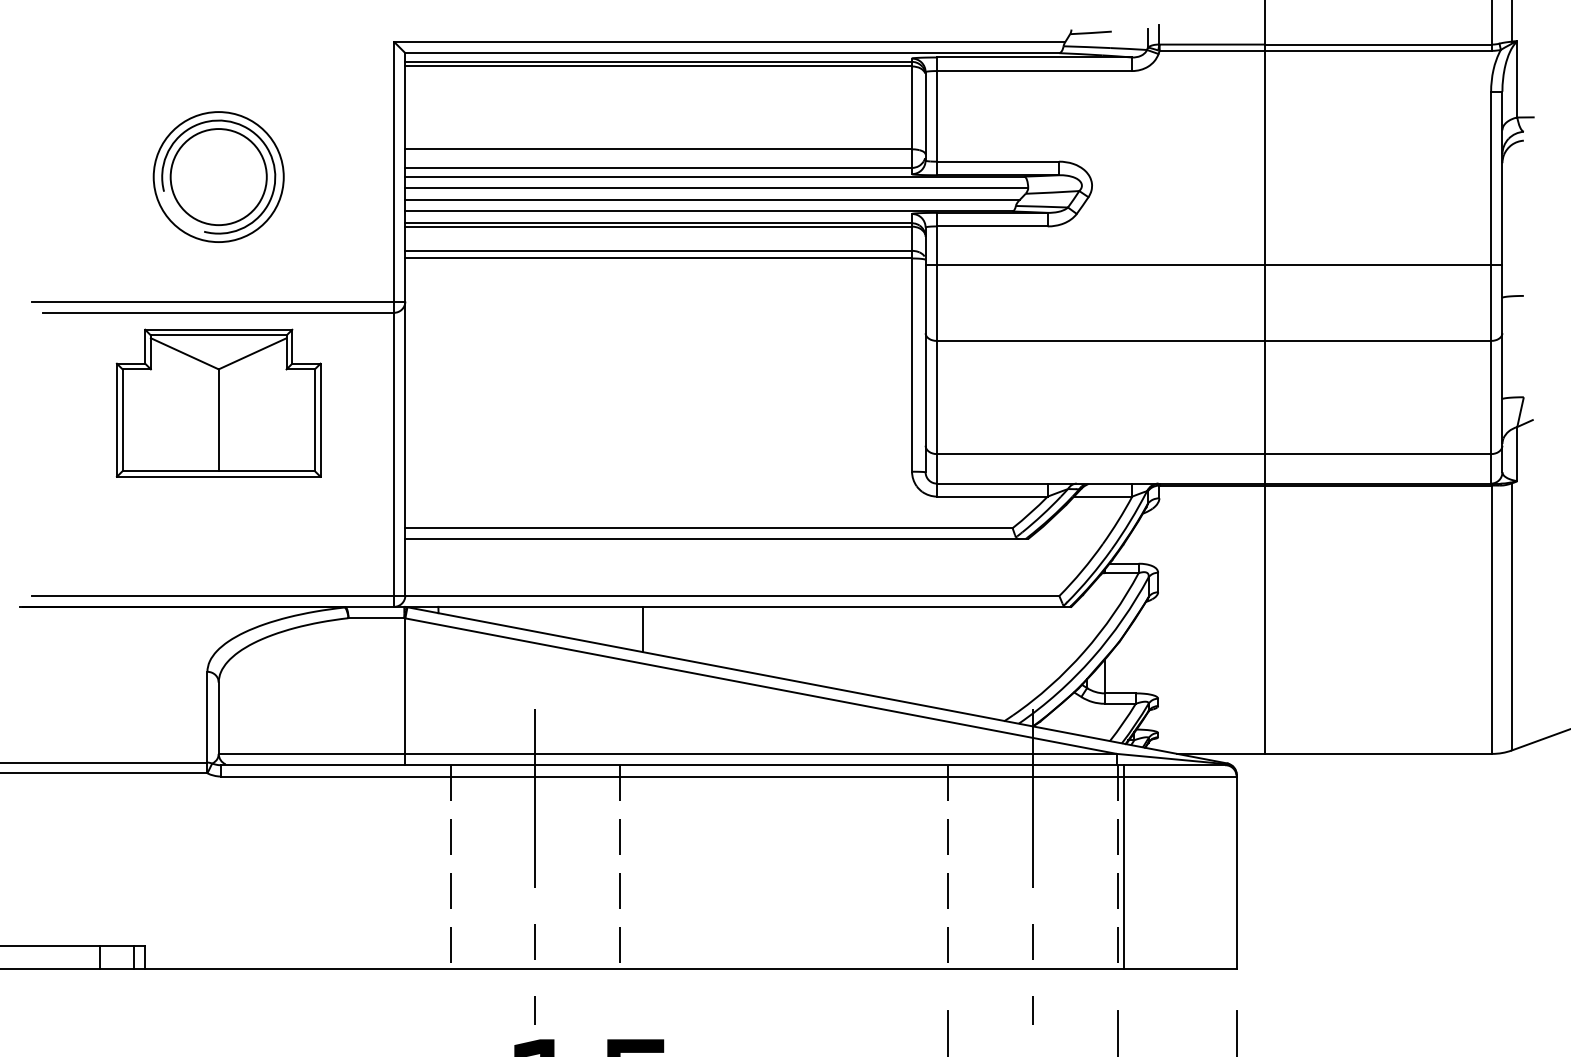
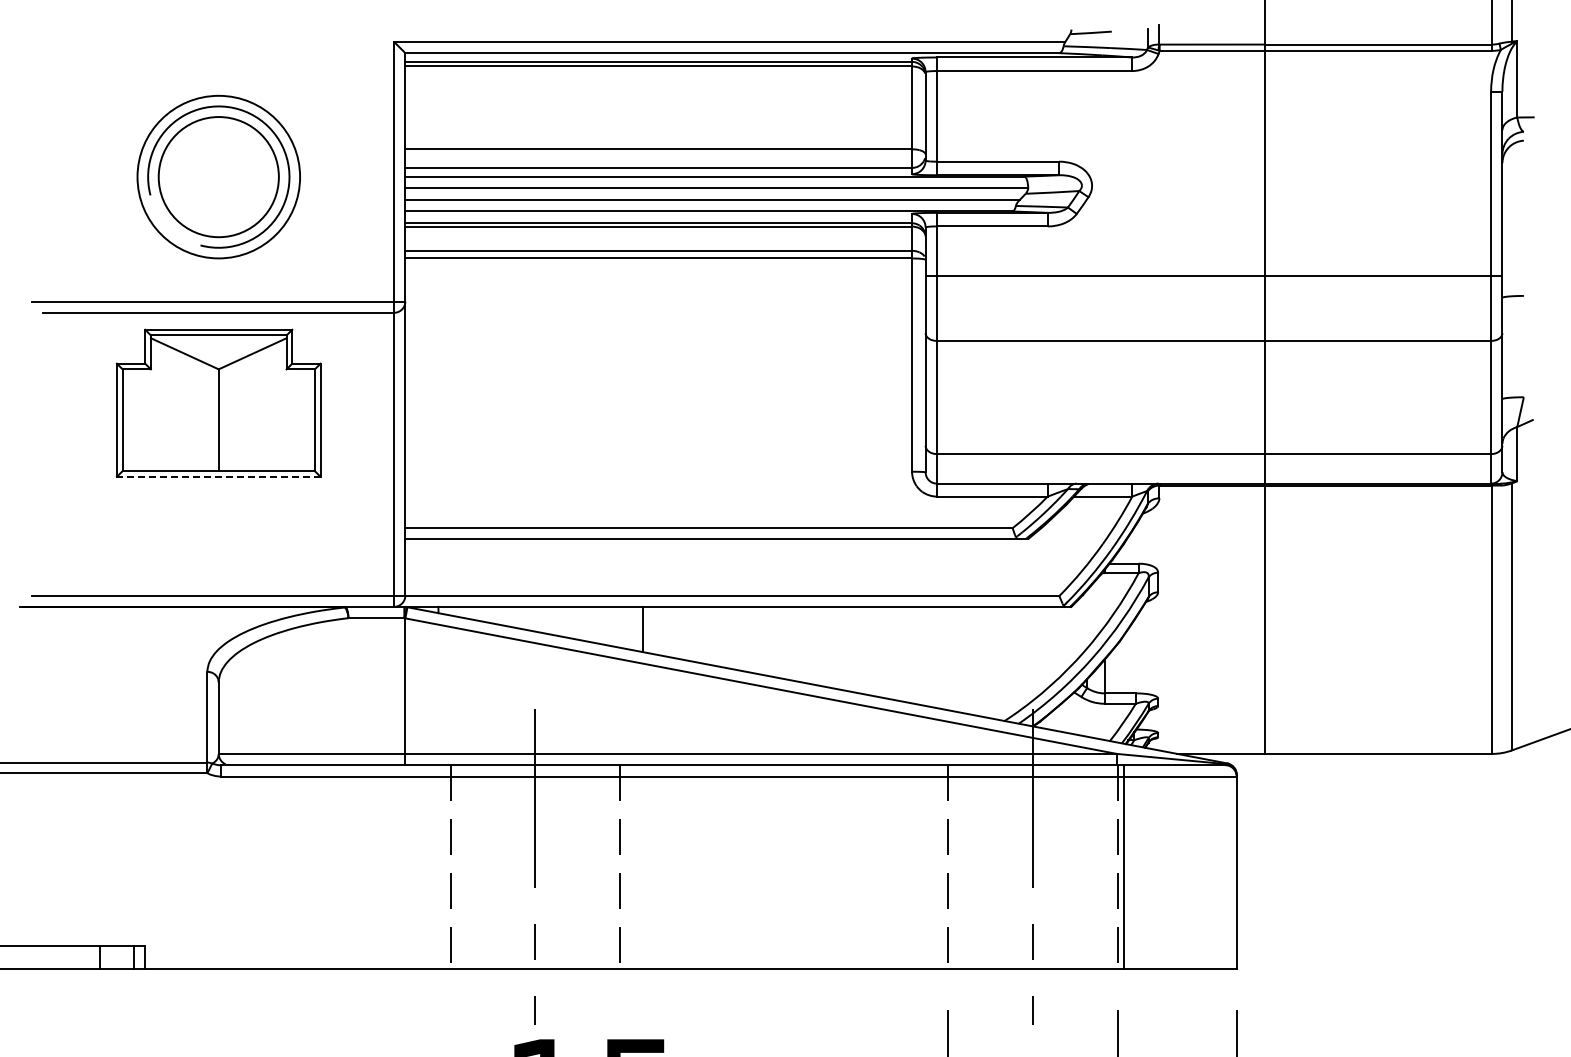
part at (218, 176) size: 133x132 px -> 165x166 px
line at (1213, 264) position: (1213, 264) -> (1213, 275)
line at (218, 476): solid -> dashed
